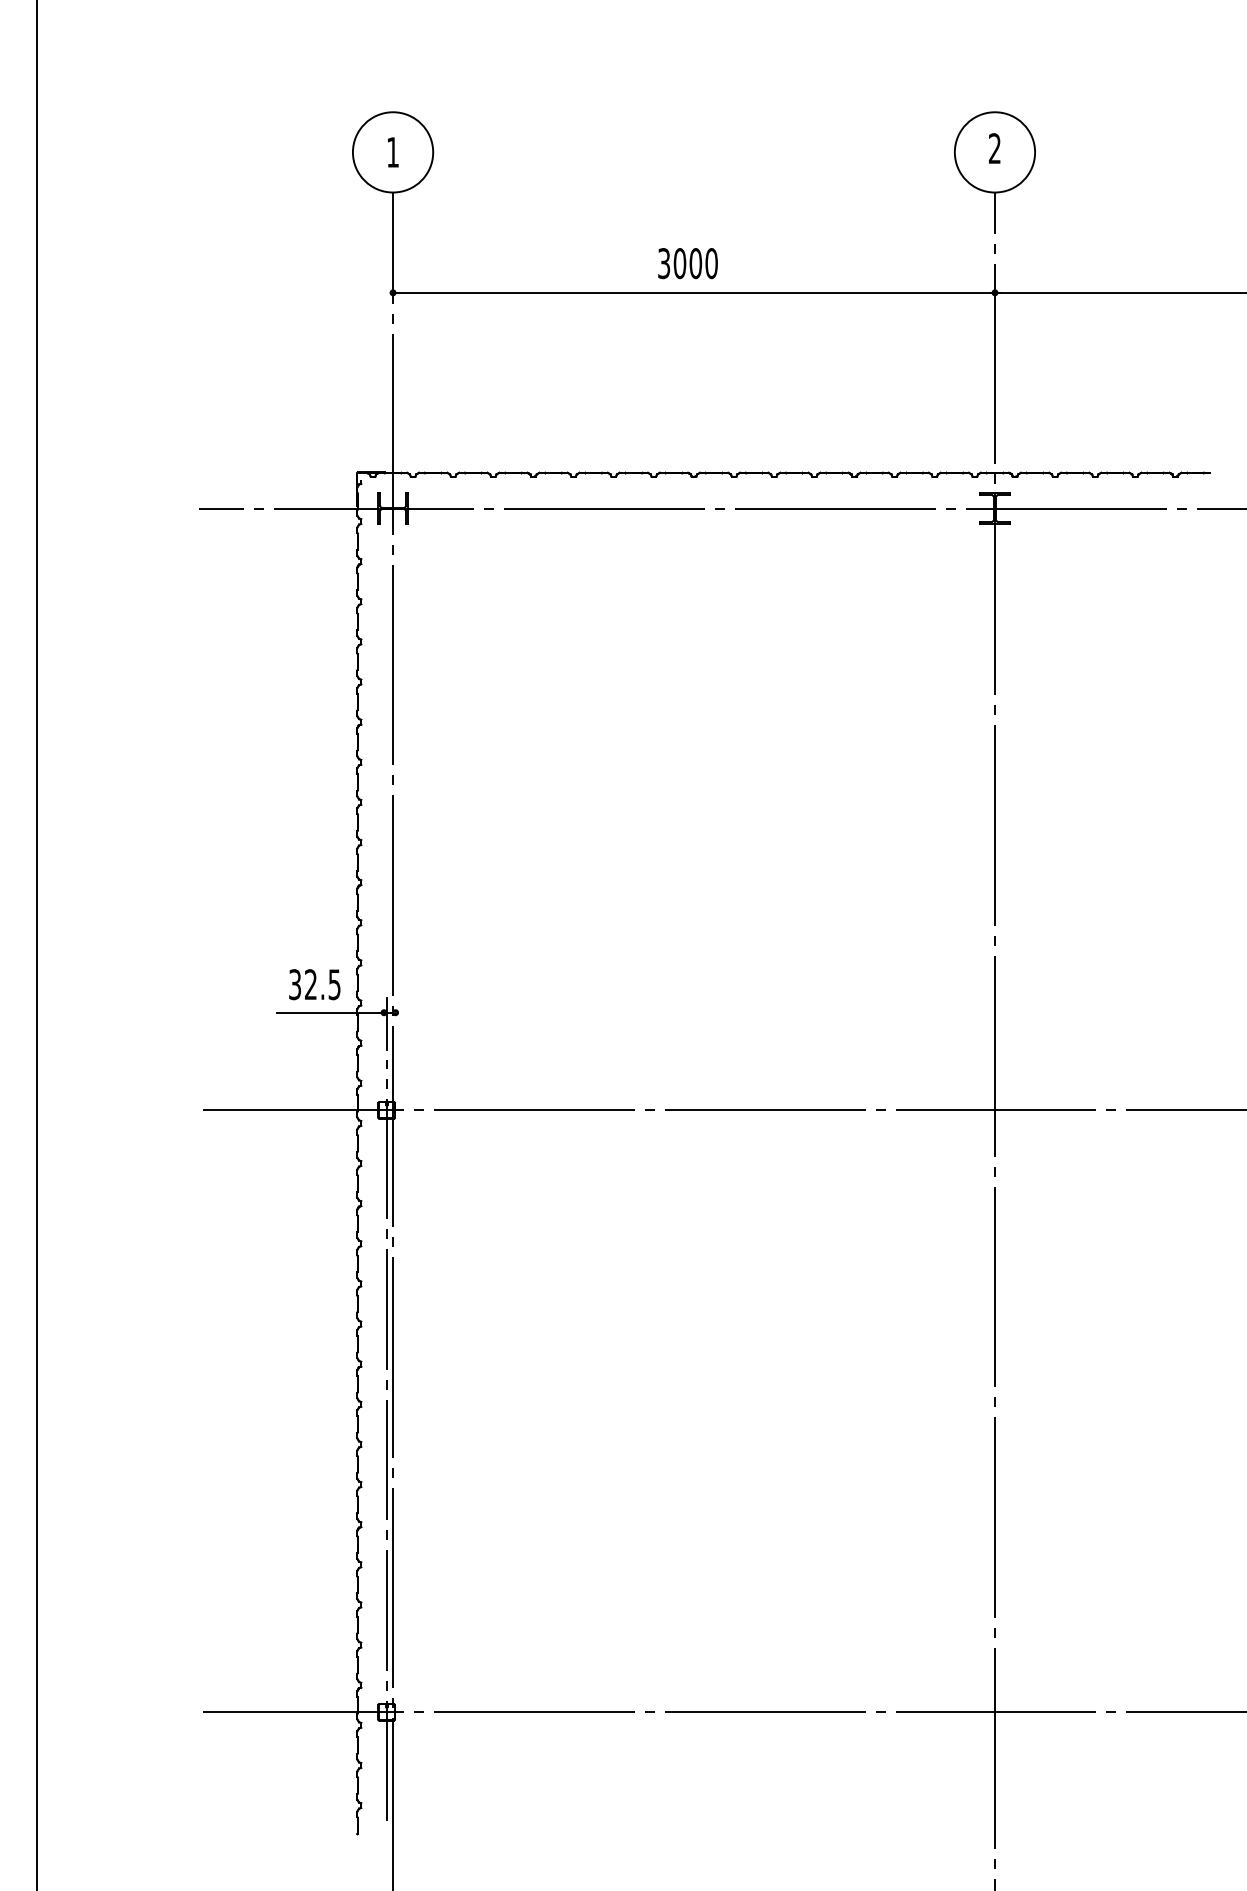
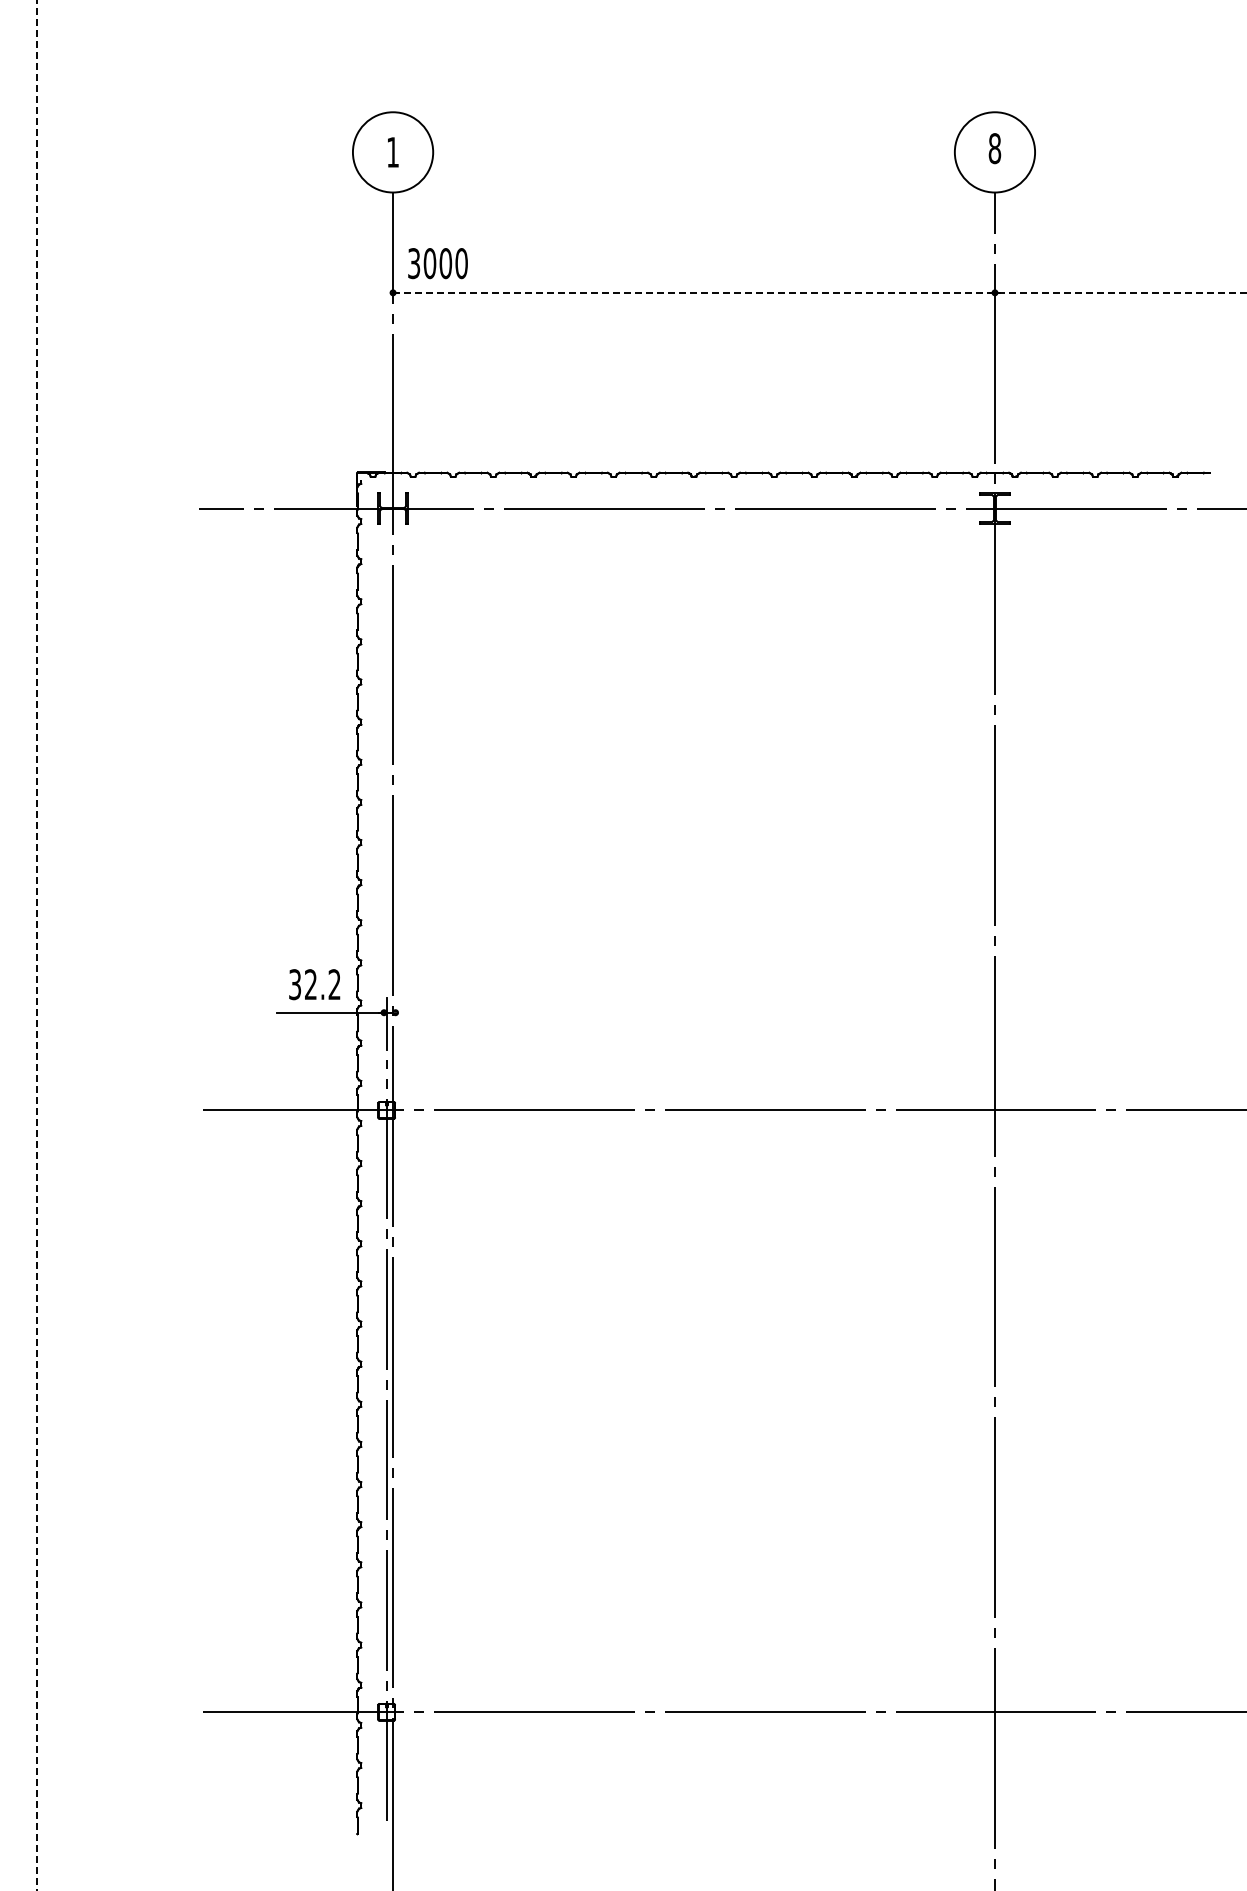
text at (994, 148): 2 -> 8
text at (687, 263) position: (687, 263) -> (437, 263)
line at (820, 292): solid -> dashed
line at (37, 945): solid -> dashed
text at (334, 984): 32.5 -> 32.2
